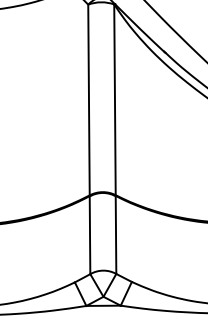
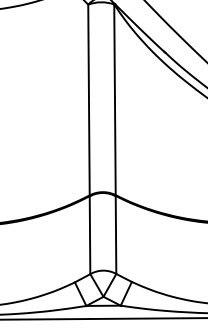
line at (103, 318): none -> present
